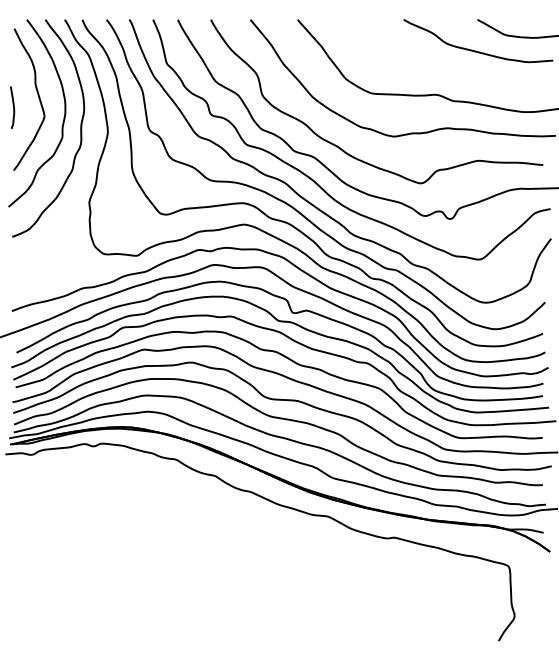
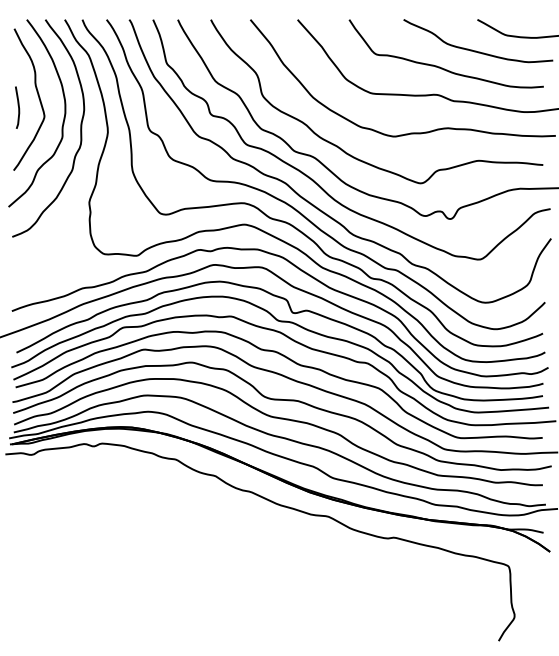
curve at (439, 66): none -> present
curve at (13, 107) position: (13, 107) -> (18, 107)
